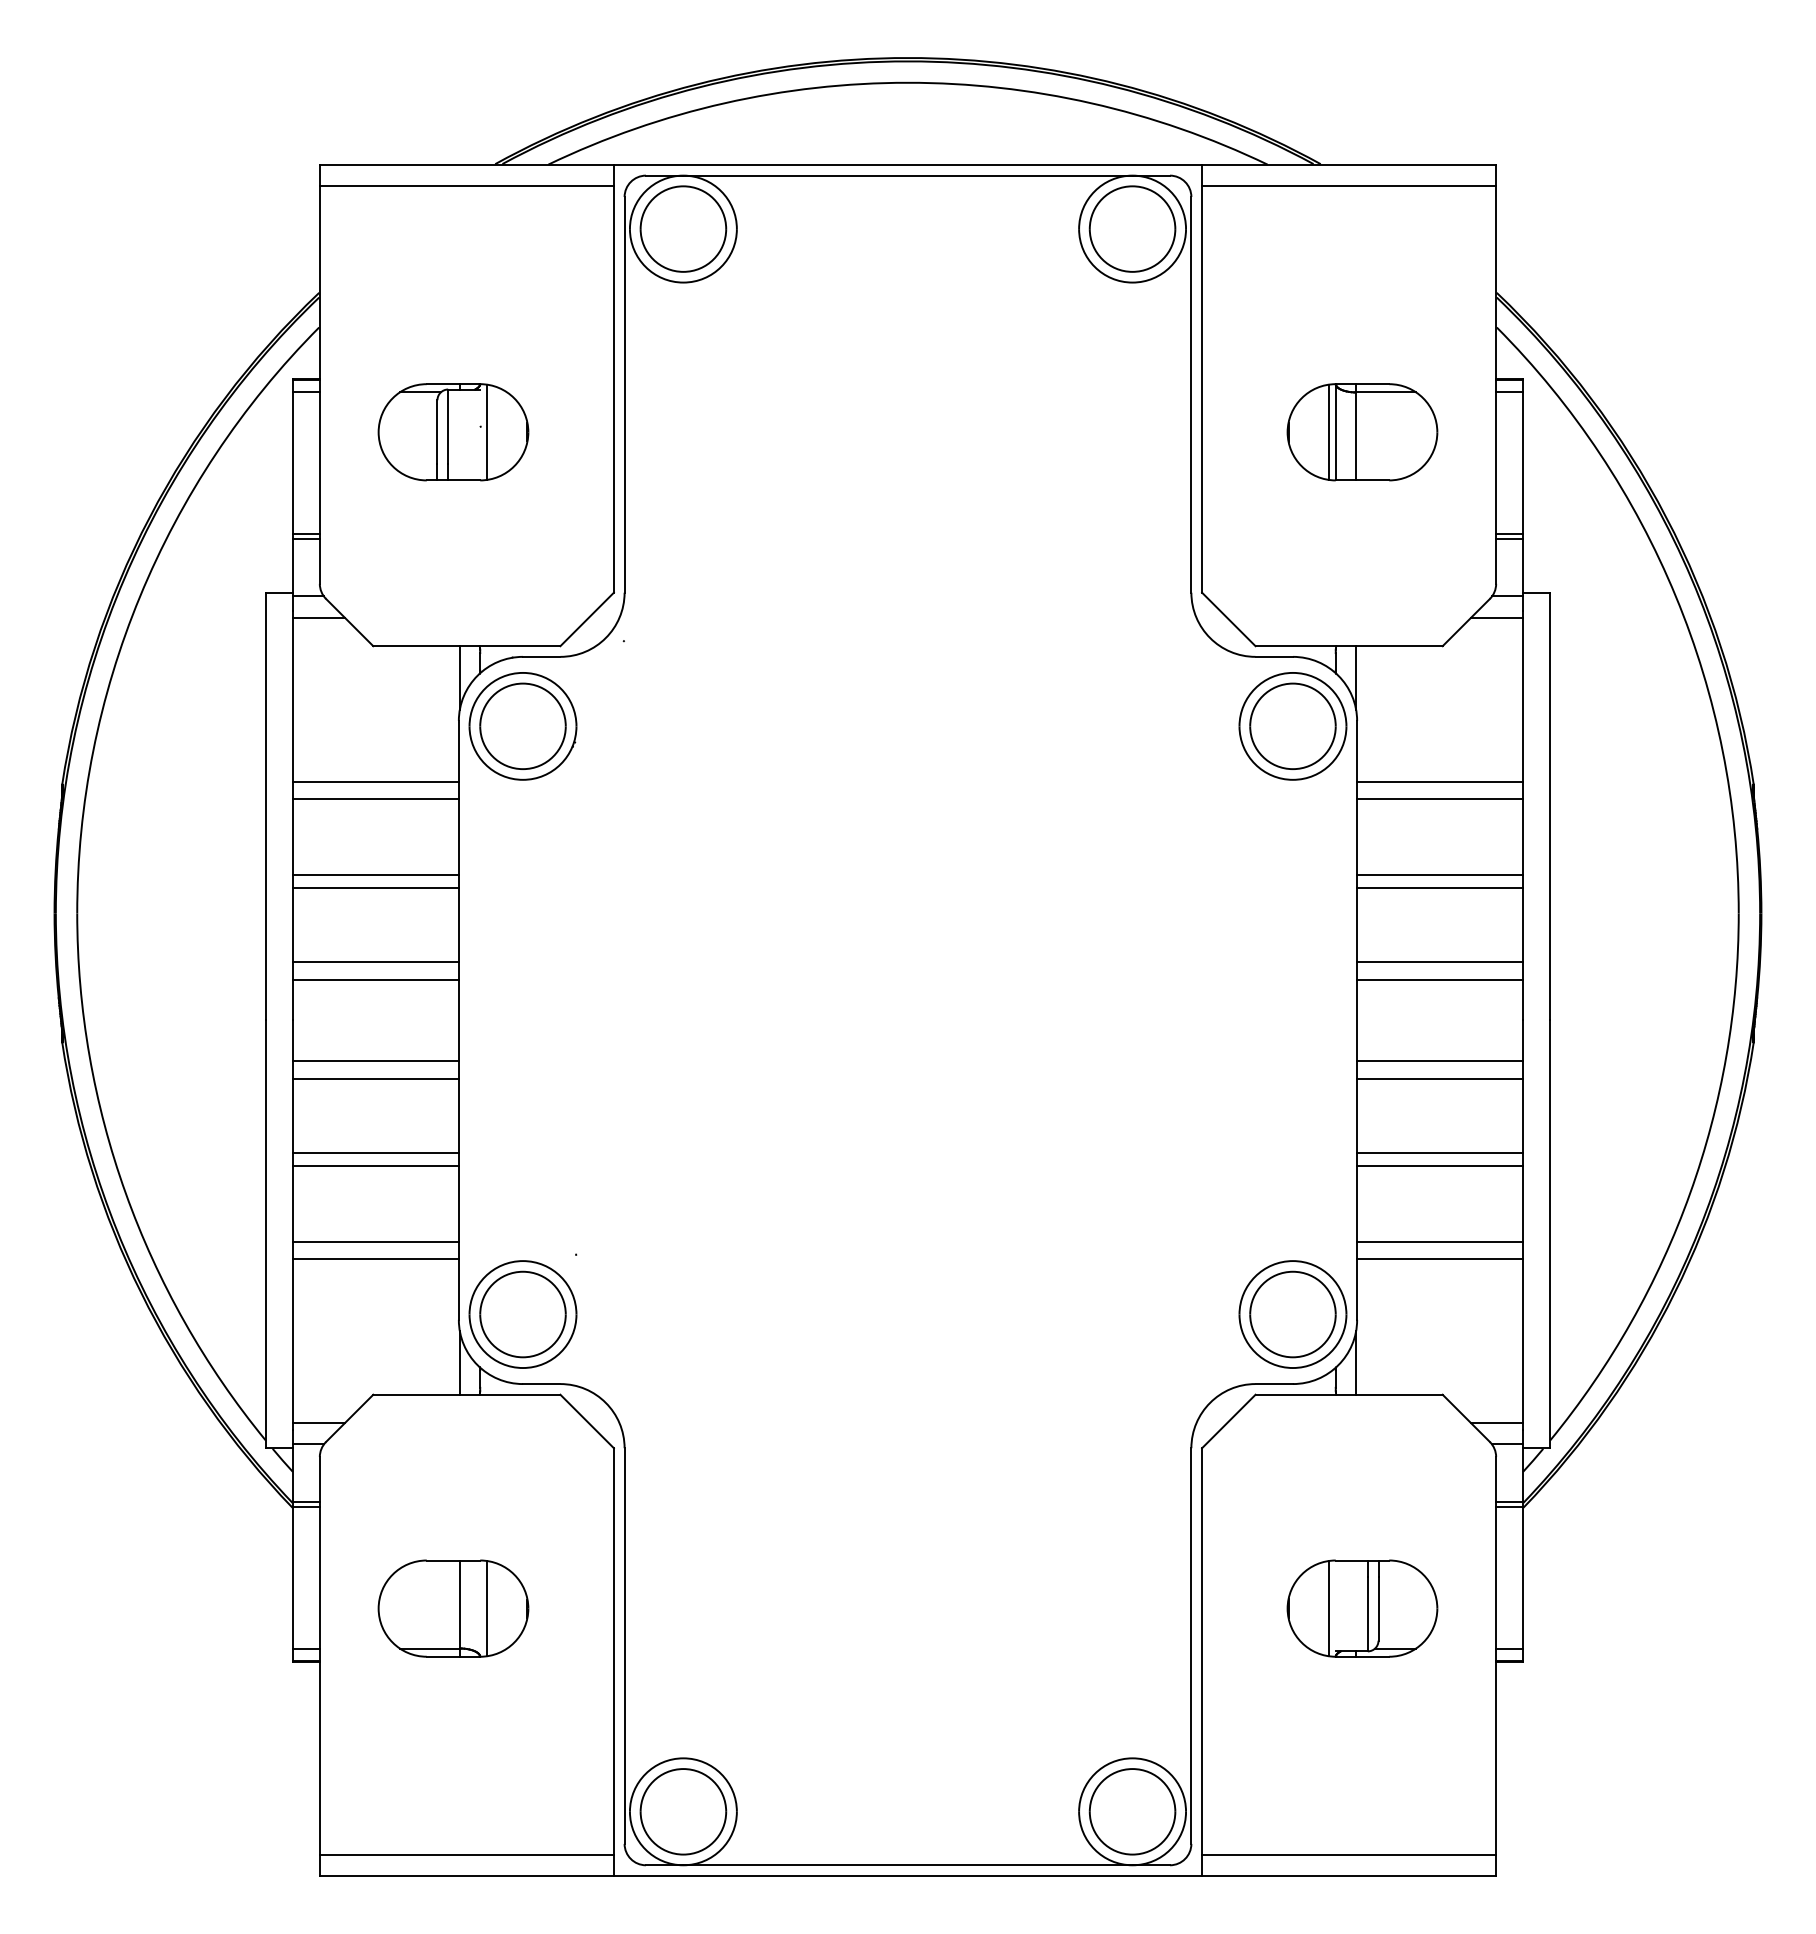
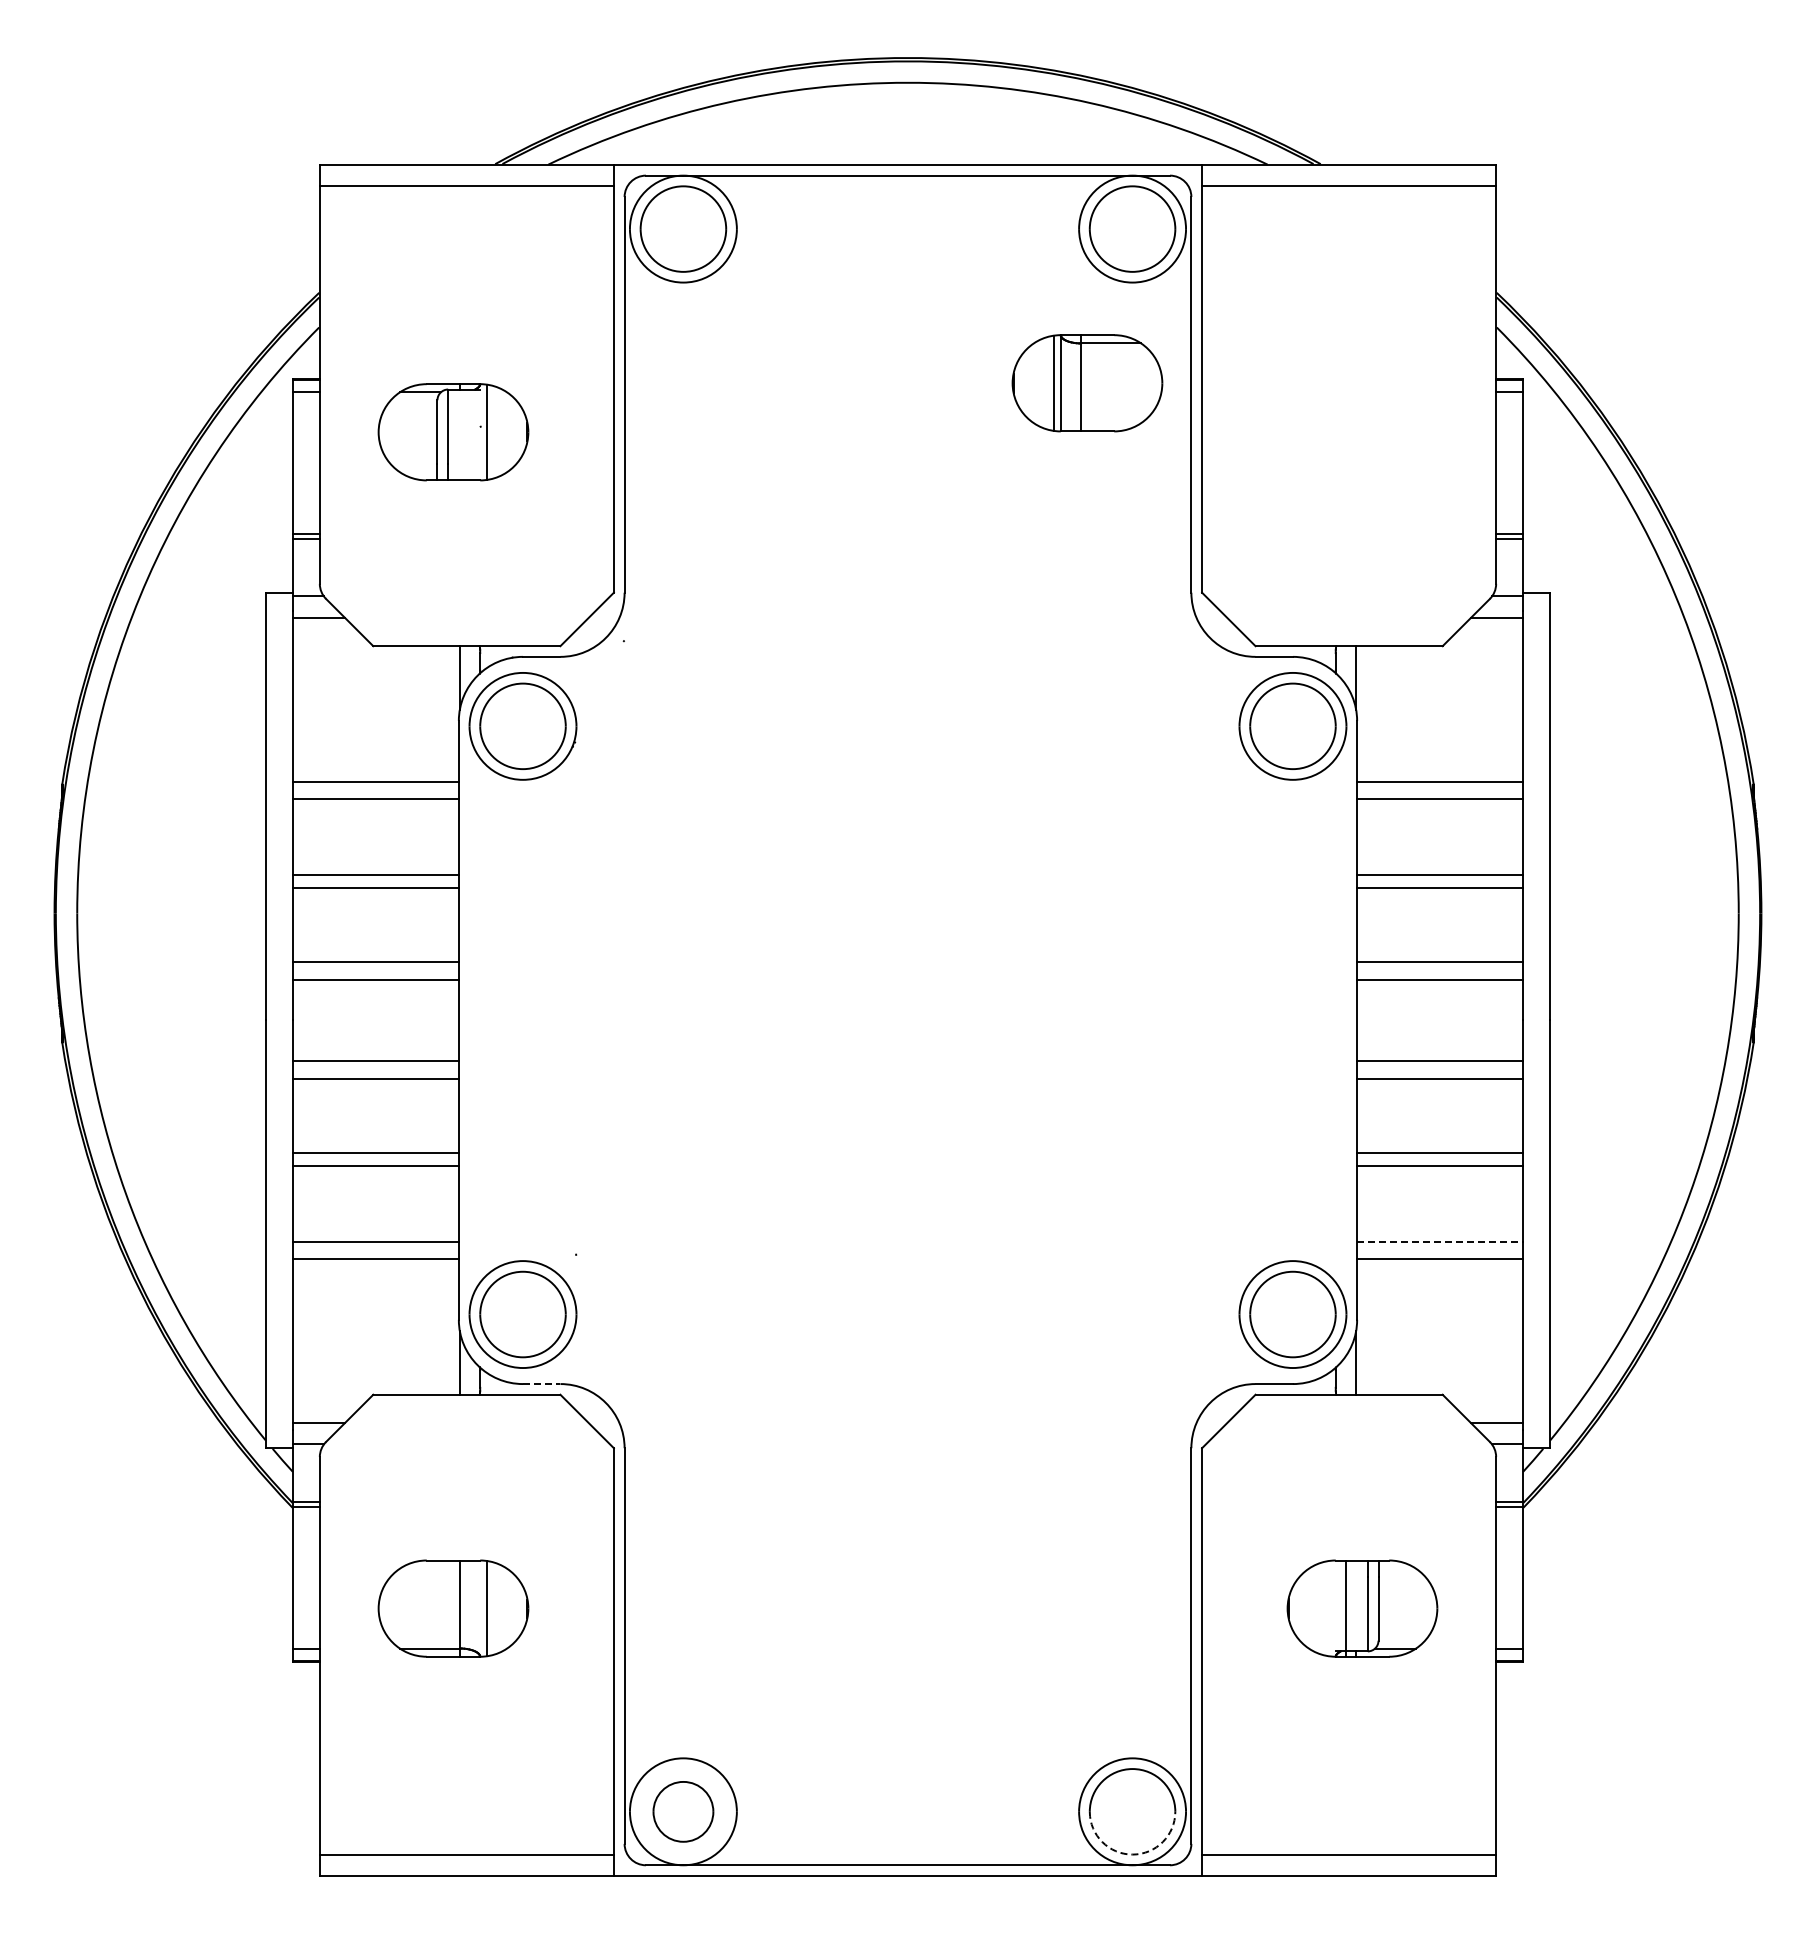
part at (1362, 432) position: (1362, 432) -> (1087, 383)
line at (1440, 1242): solid -> dashed
line at (541, 1384): solid -> dashed
line at (1329, 1608) position: (1329, 1608) -> (1346, 1608)
part at (683, 1811) size: 89x88 px -> 63x62 px
arc at (1132, 1854): solid -> dashed
